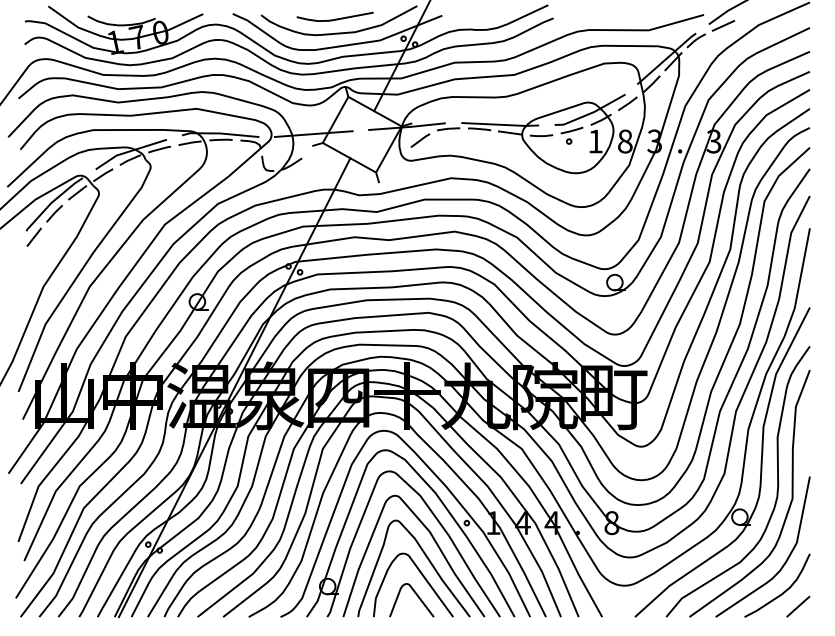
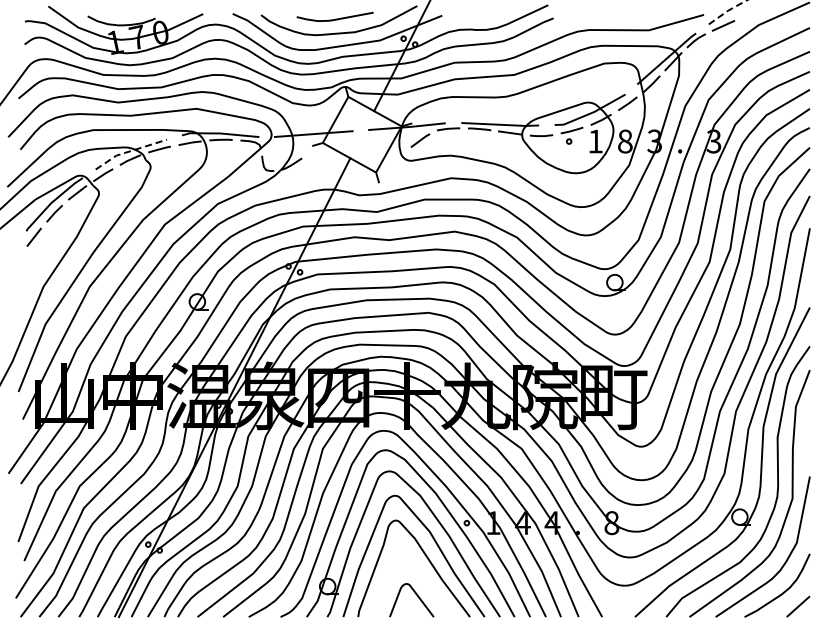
line at (728, 10): solid -> dashed
line at (128, 151): solid -> dashed
curve at (421, 575): present -> none
